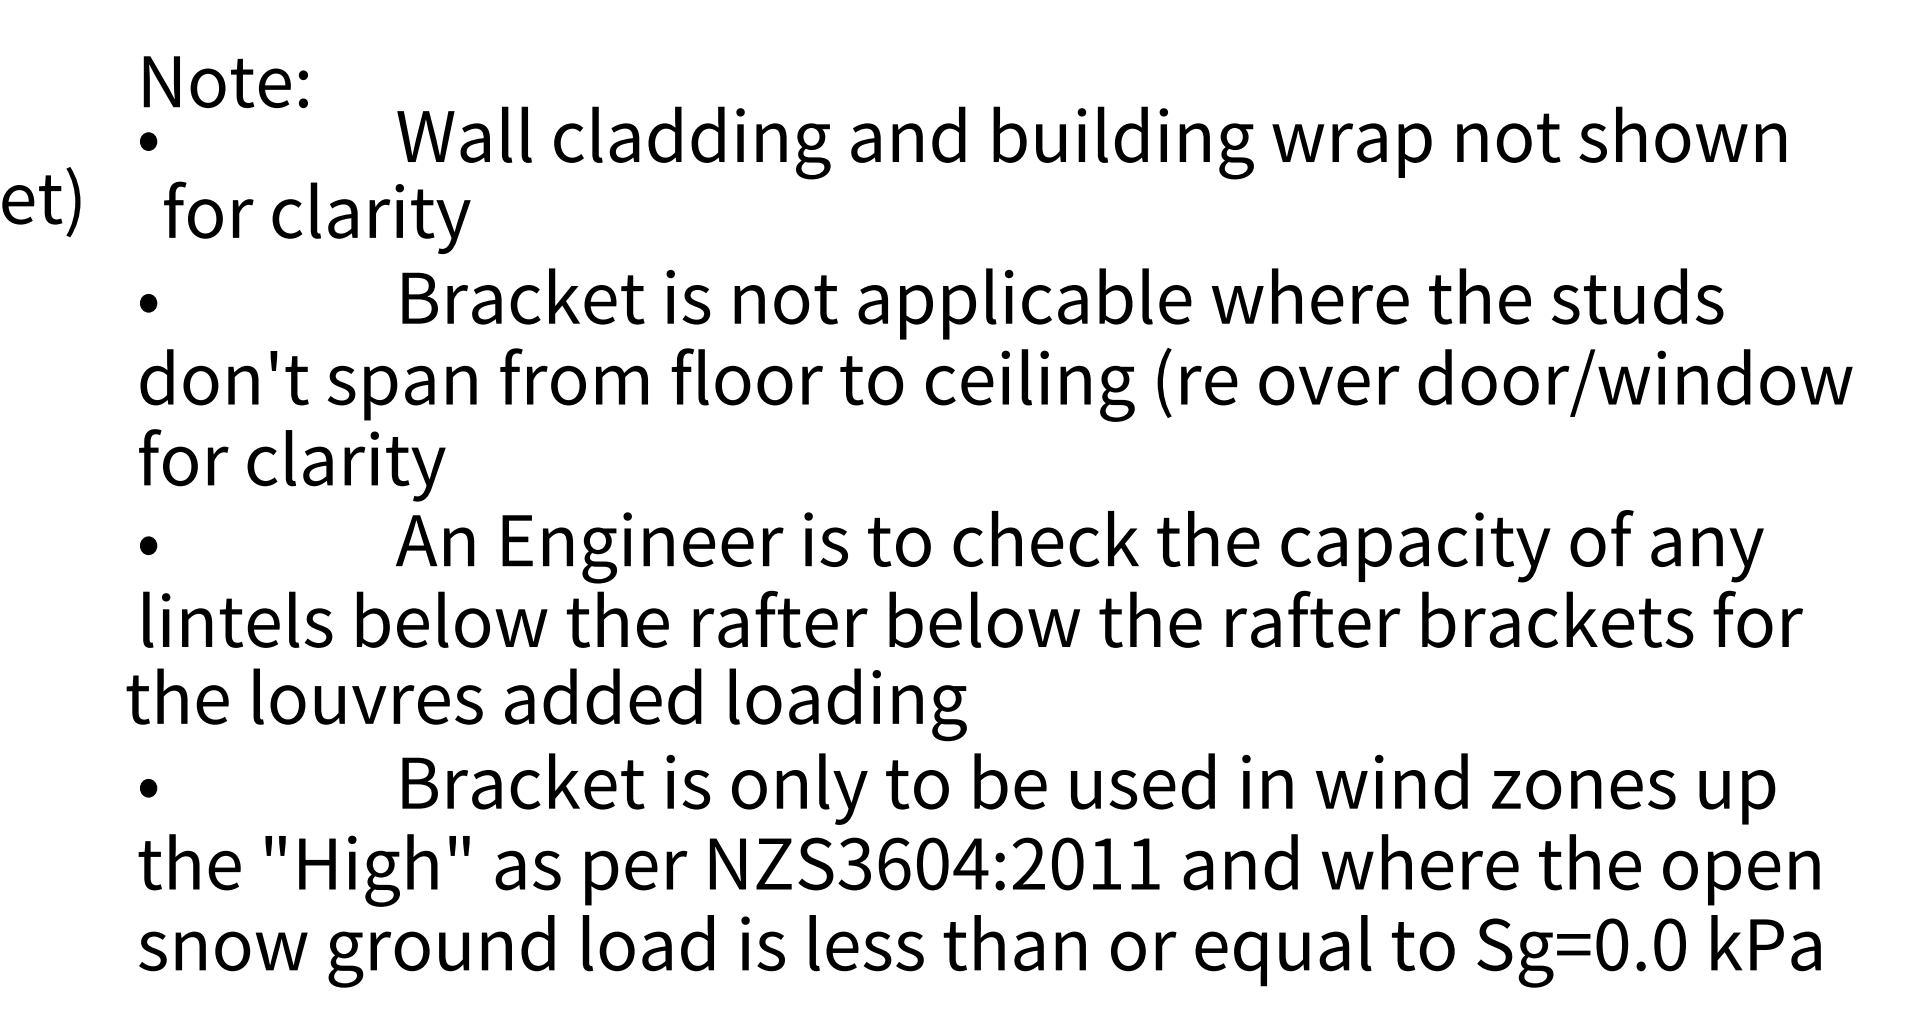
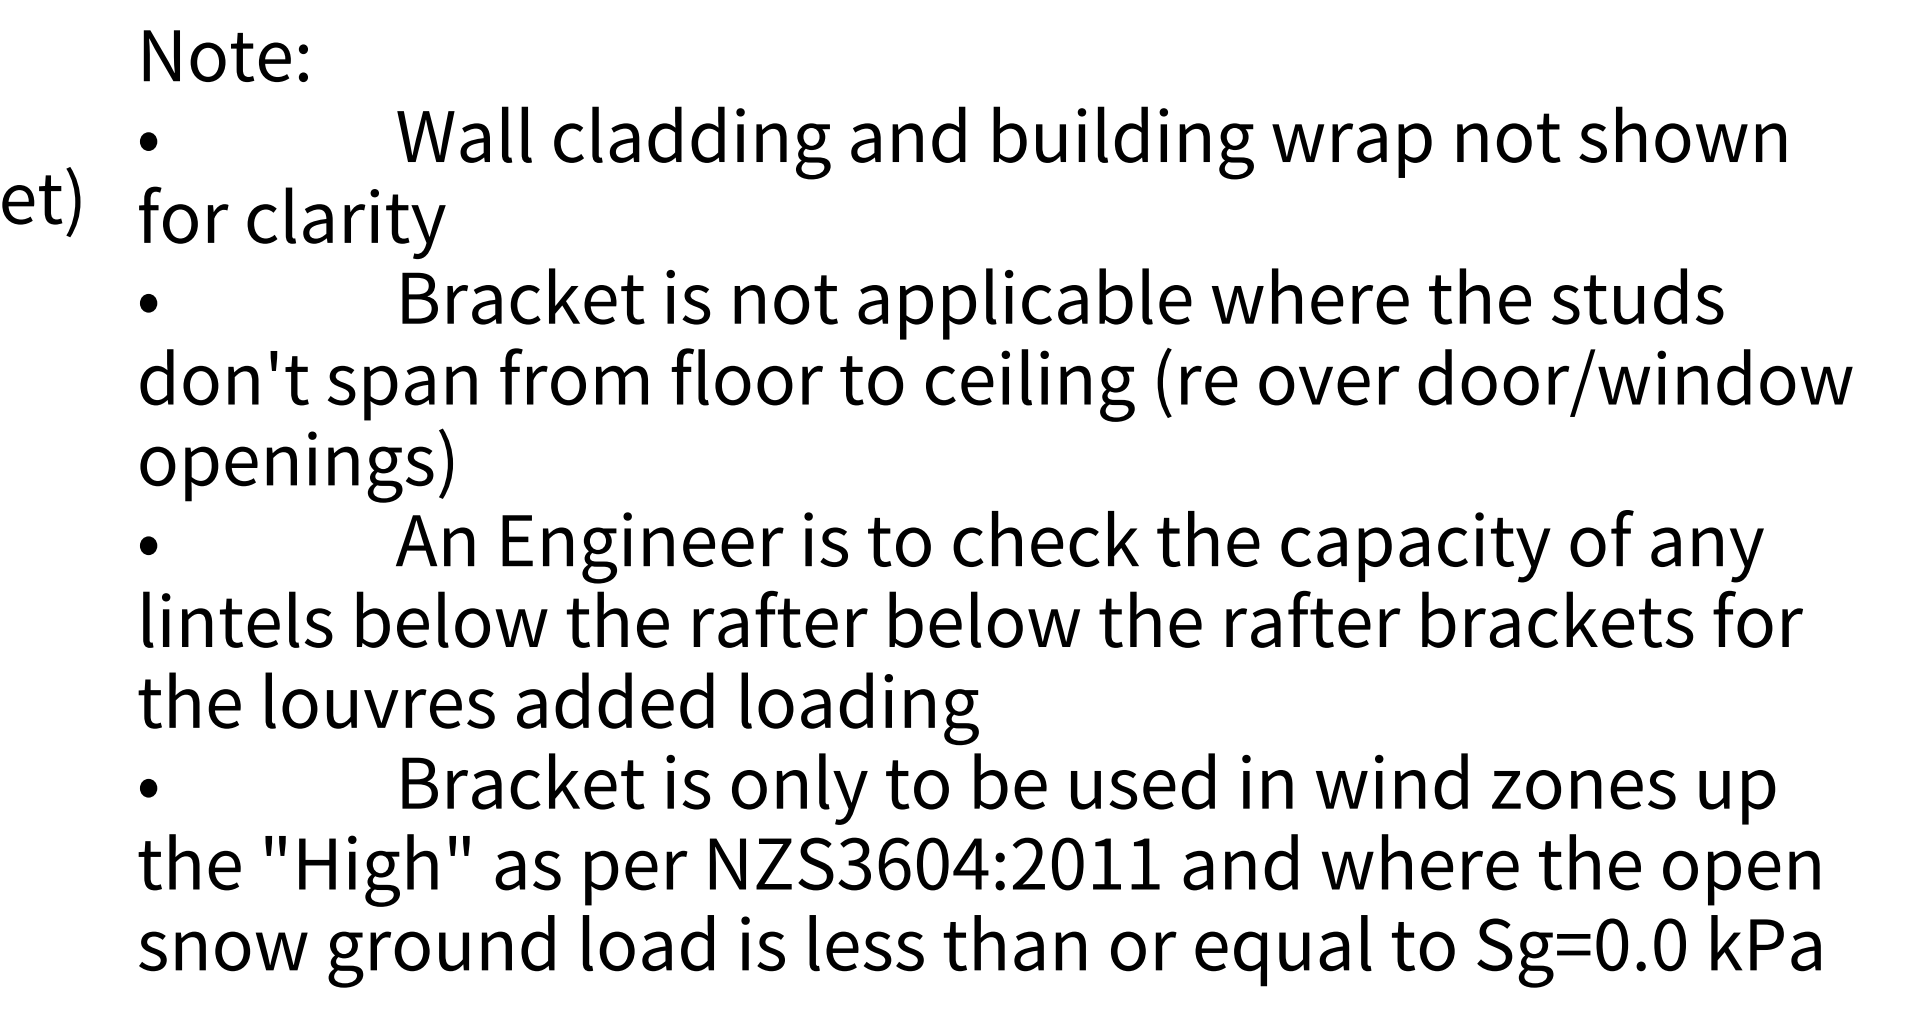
text at (225, 81) position: (225, 81) -> (225, 55)
text at (317, 217) position: (317, 217) -> (292, 222)
text at (295, 465): for clarity -> openings)
text at (546, 704) position: (546, 704) -> (558, 708)
